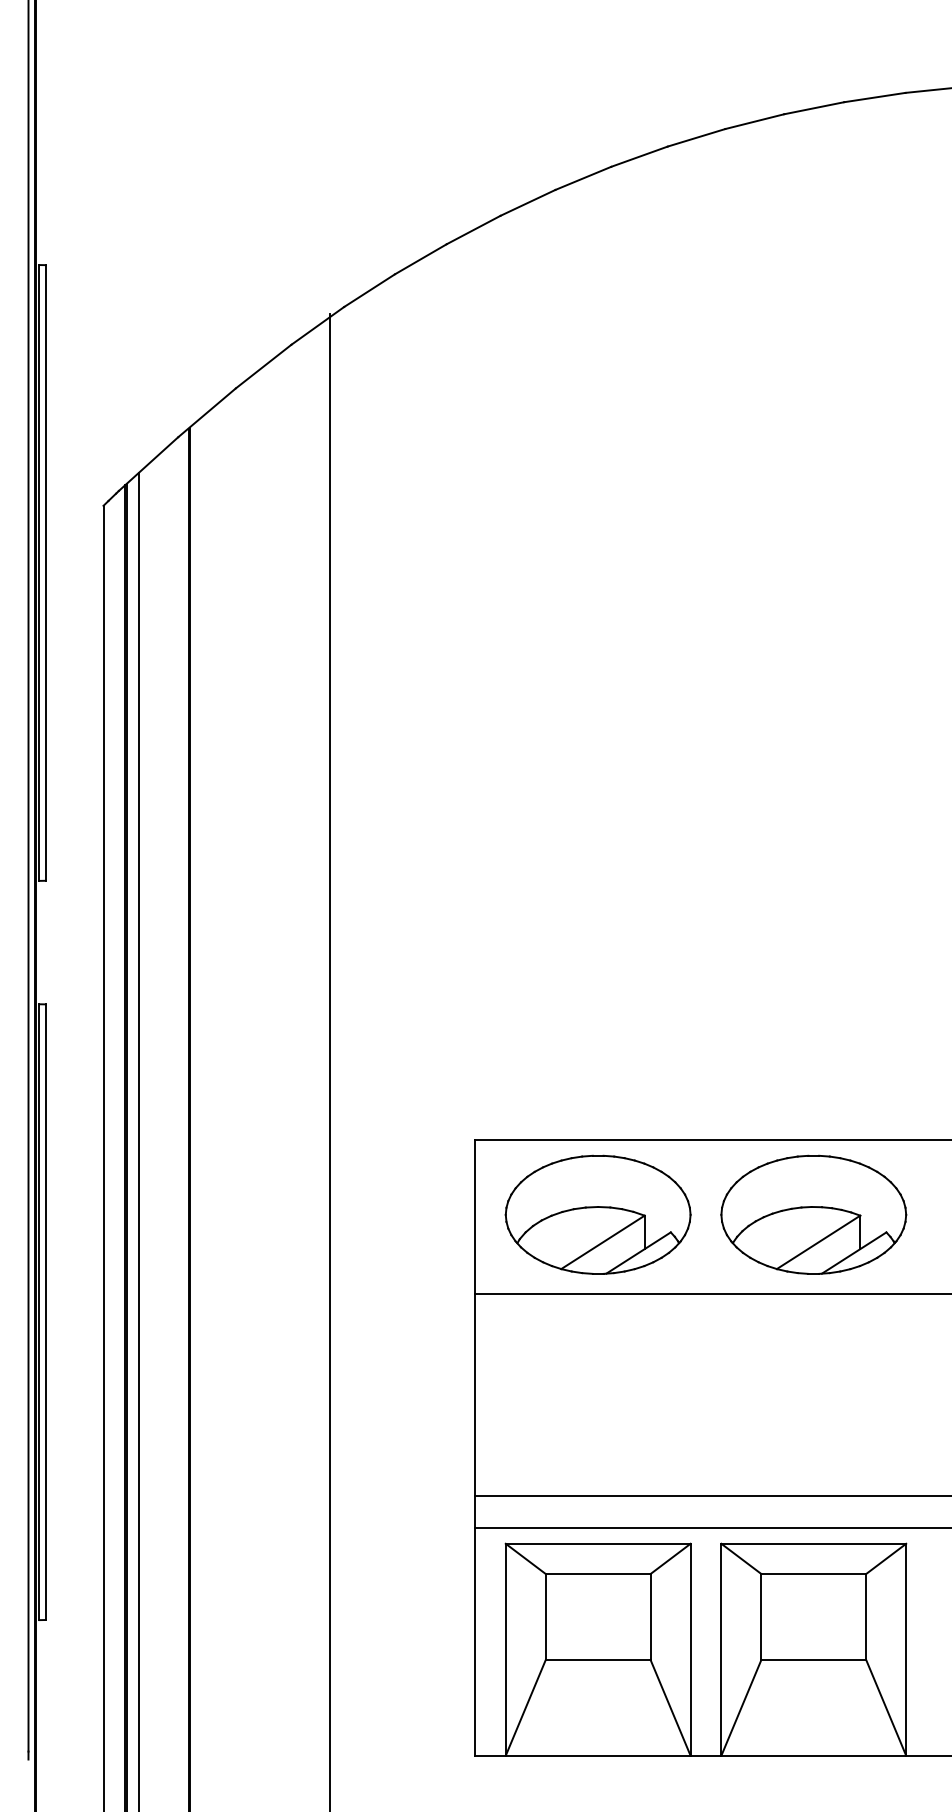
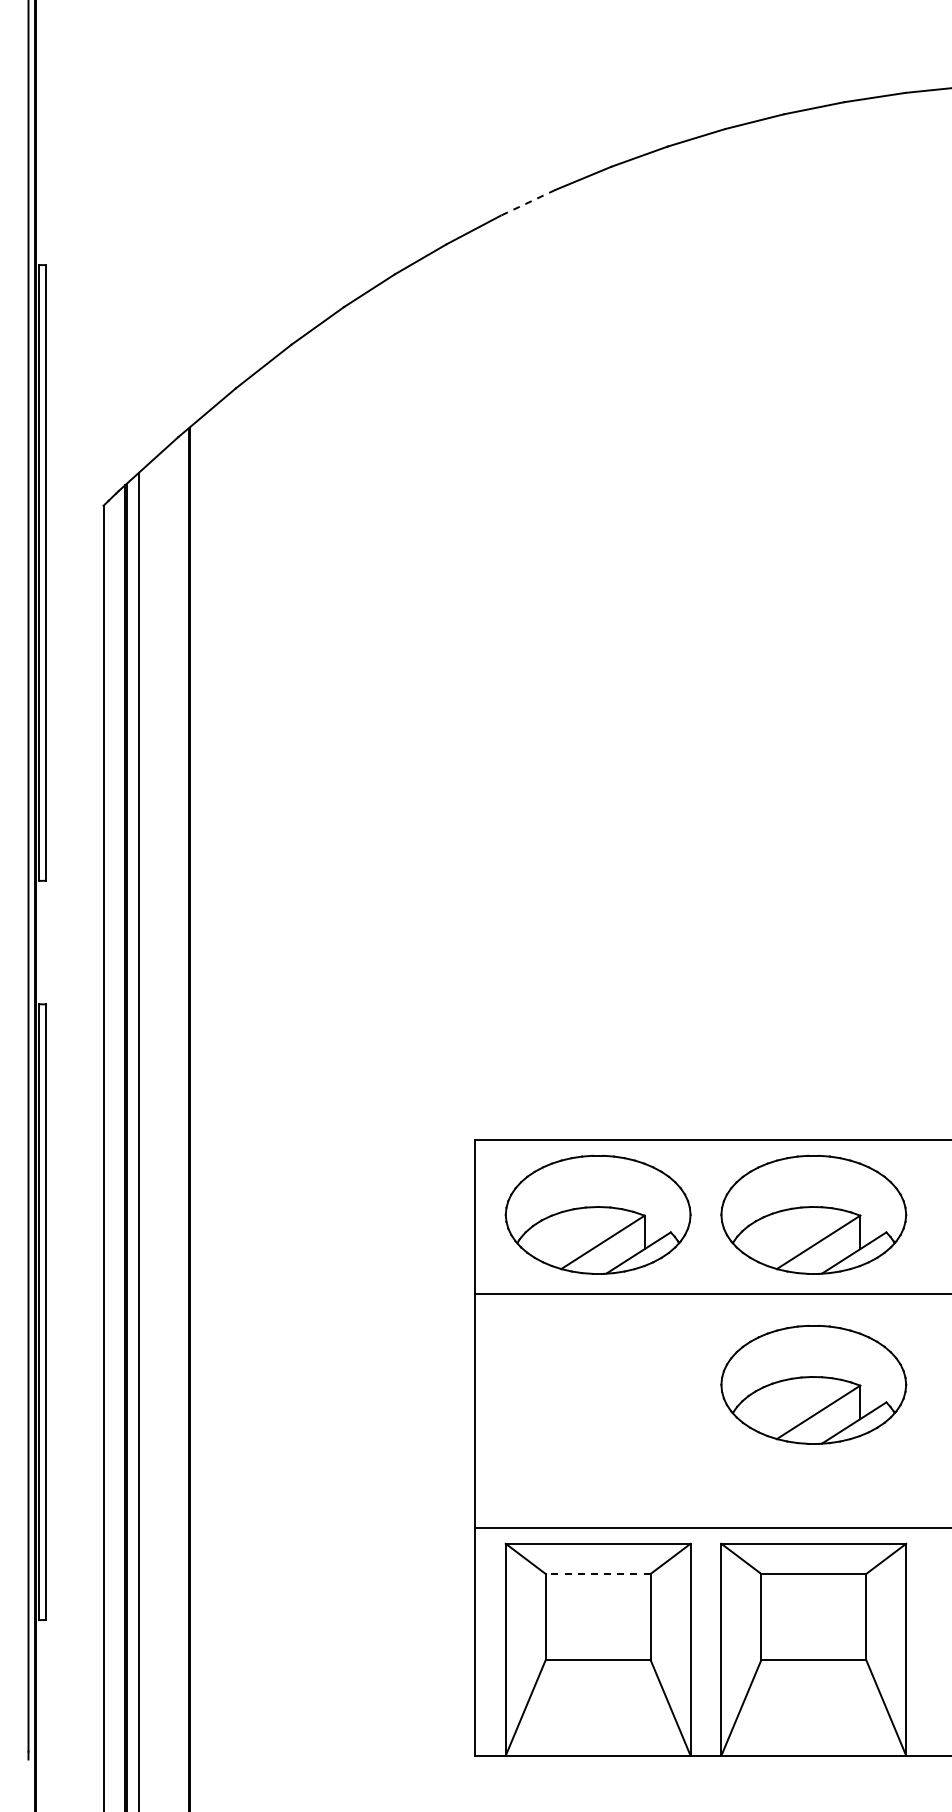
line at (527, 203): solid -> dashed
line at (330, 1061): present -> none
part at (813, 1384): none -> present
line at (711, 1496): present -> none
line at (597, 1574): solid -> dashed
